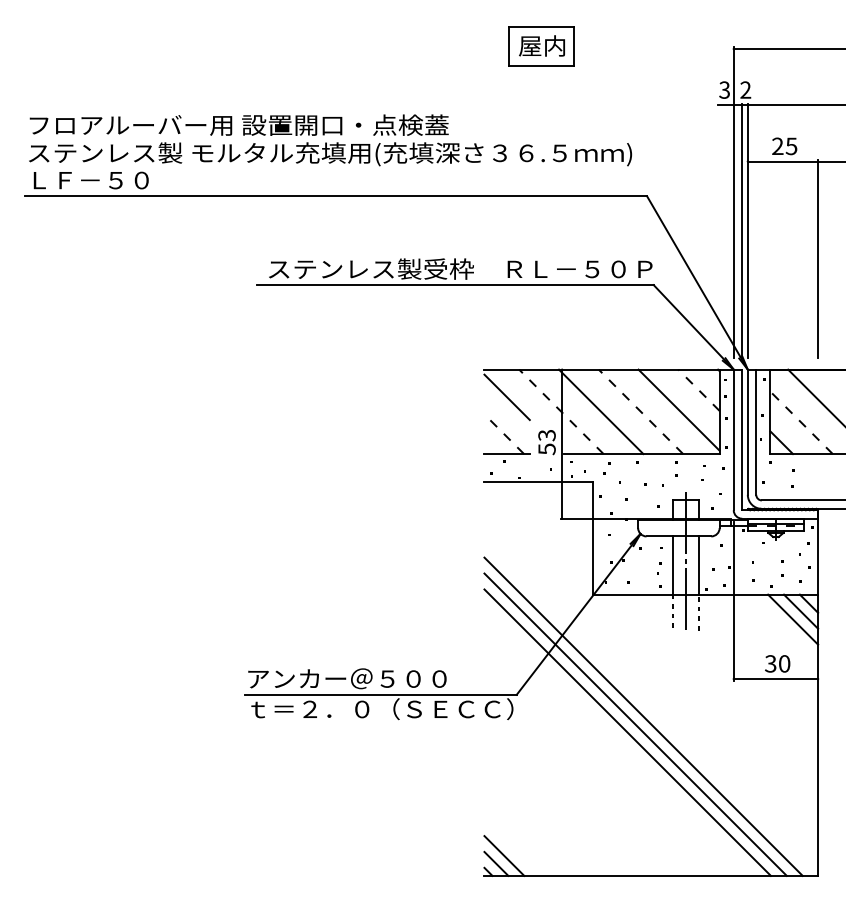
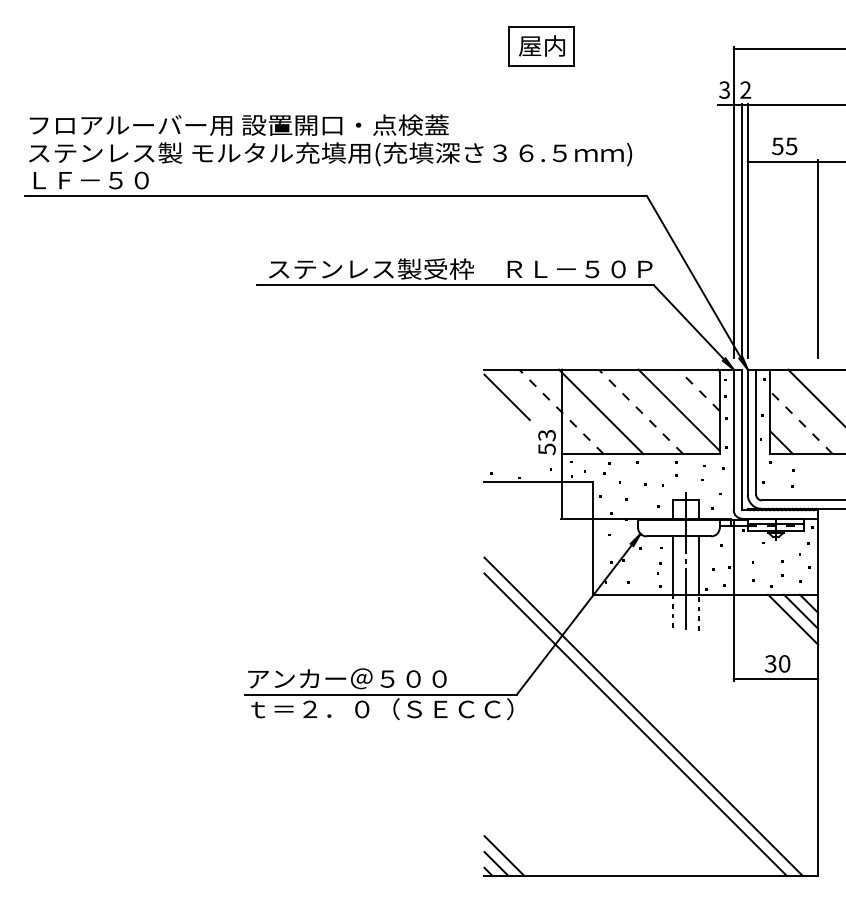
text at (777, 146): 25 -> 55
part at (506, 441): present -> none
line at (627, 732): present -> none
